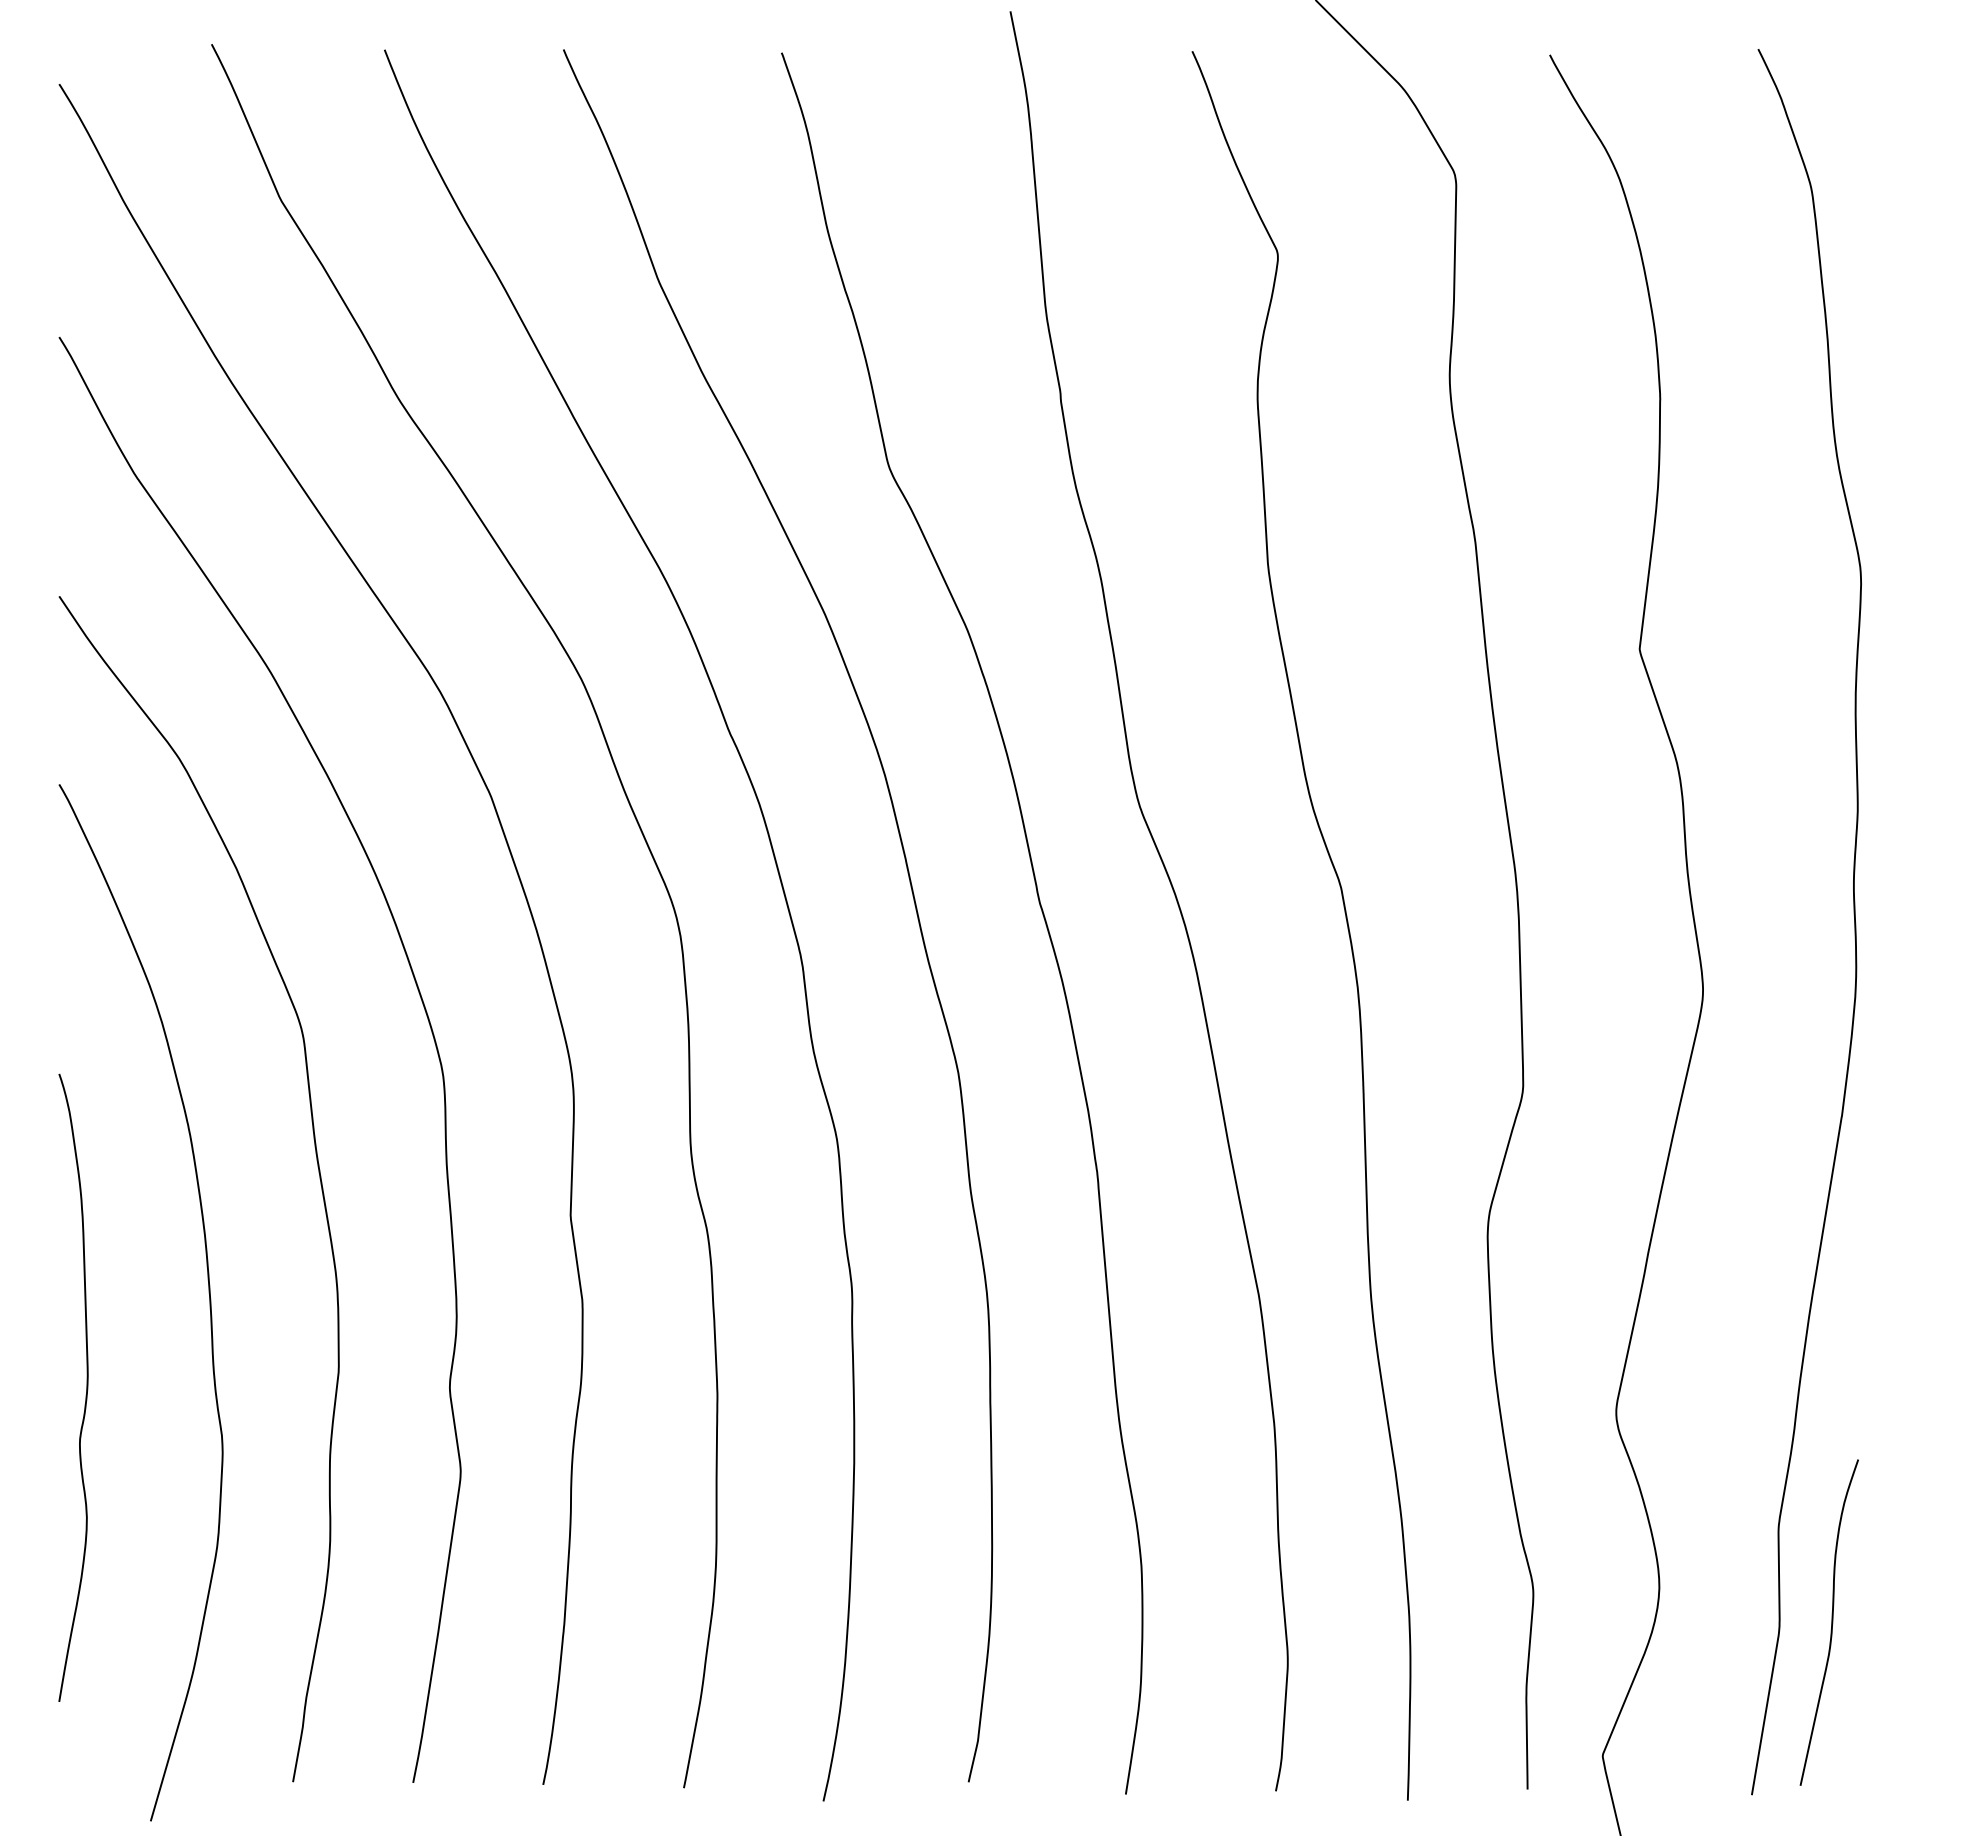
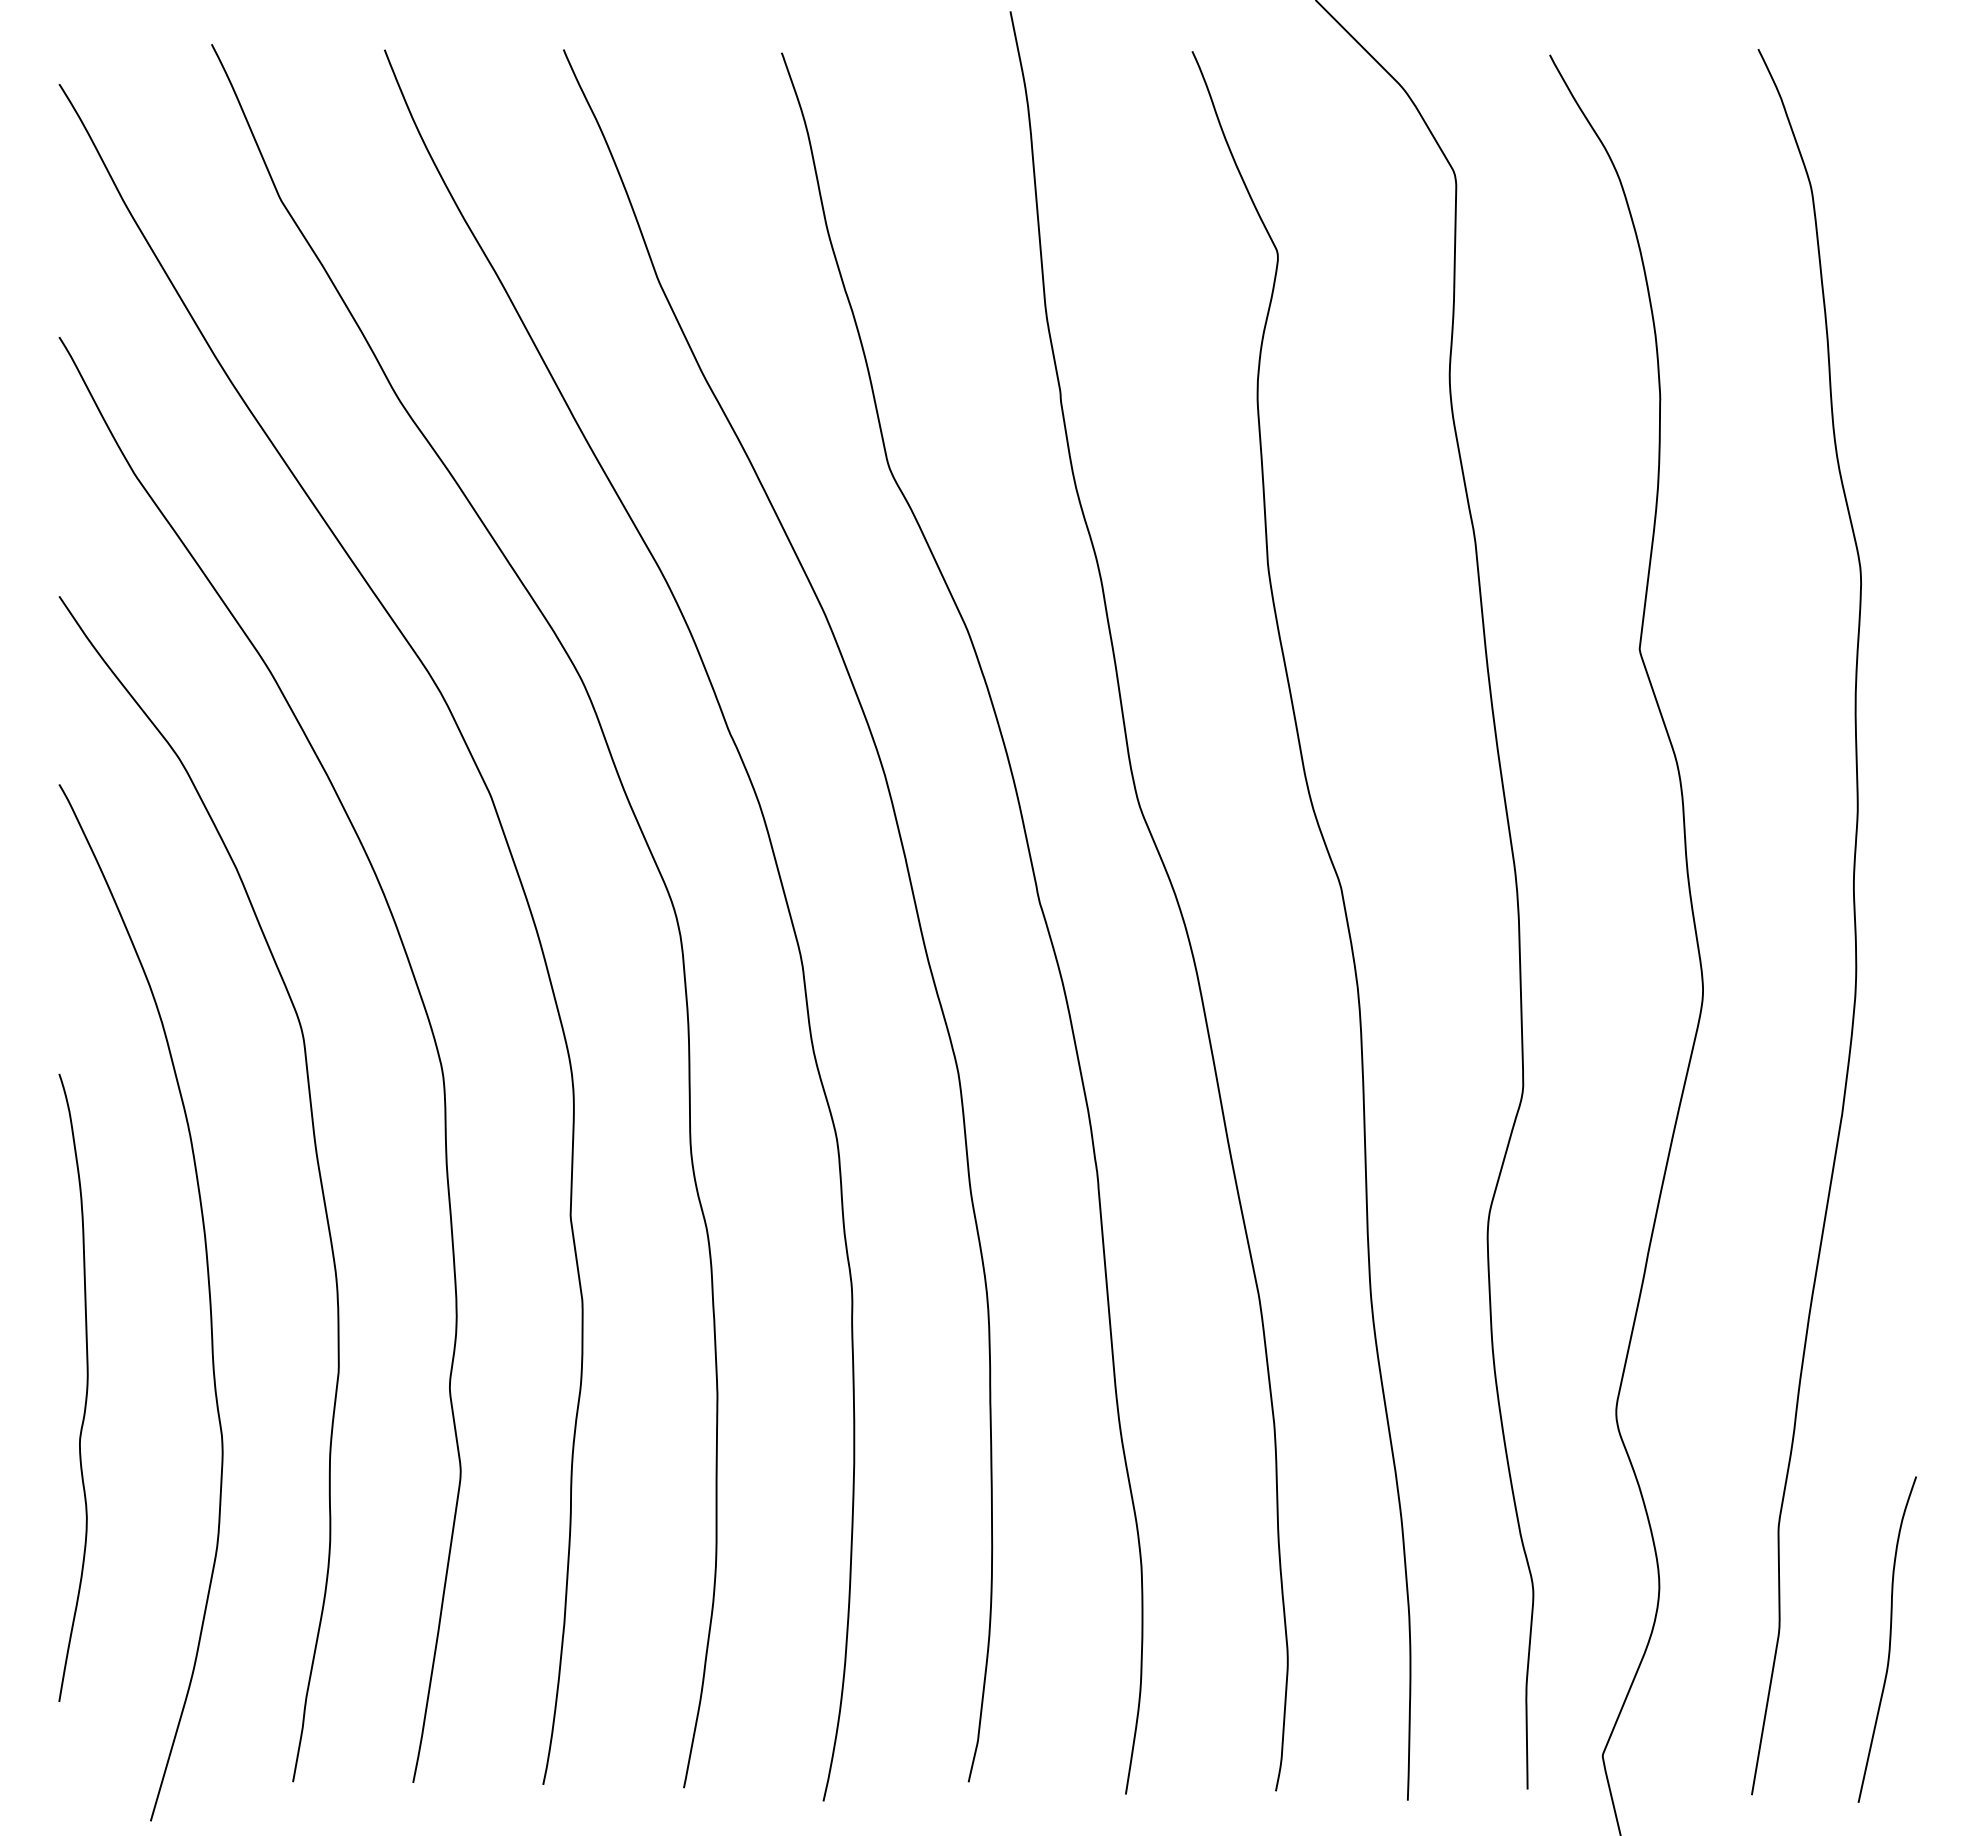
curve at (1831, 1622) position: (1831, 1622) -> (1889, 1639)
